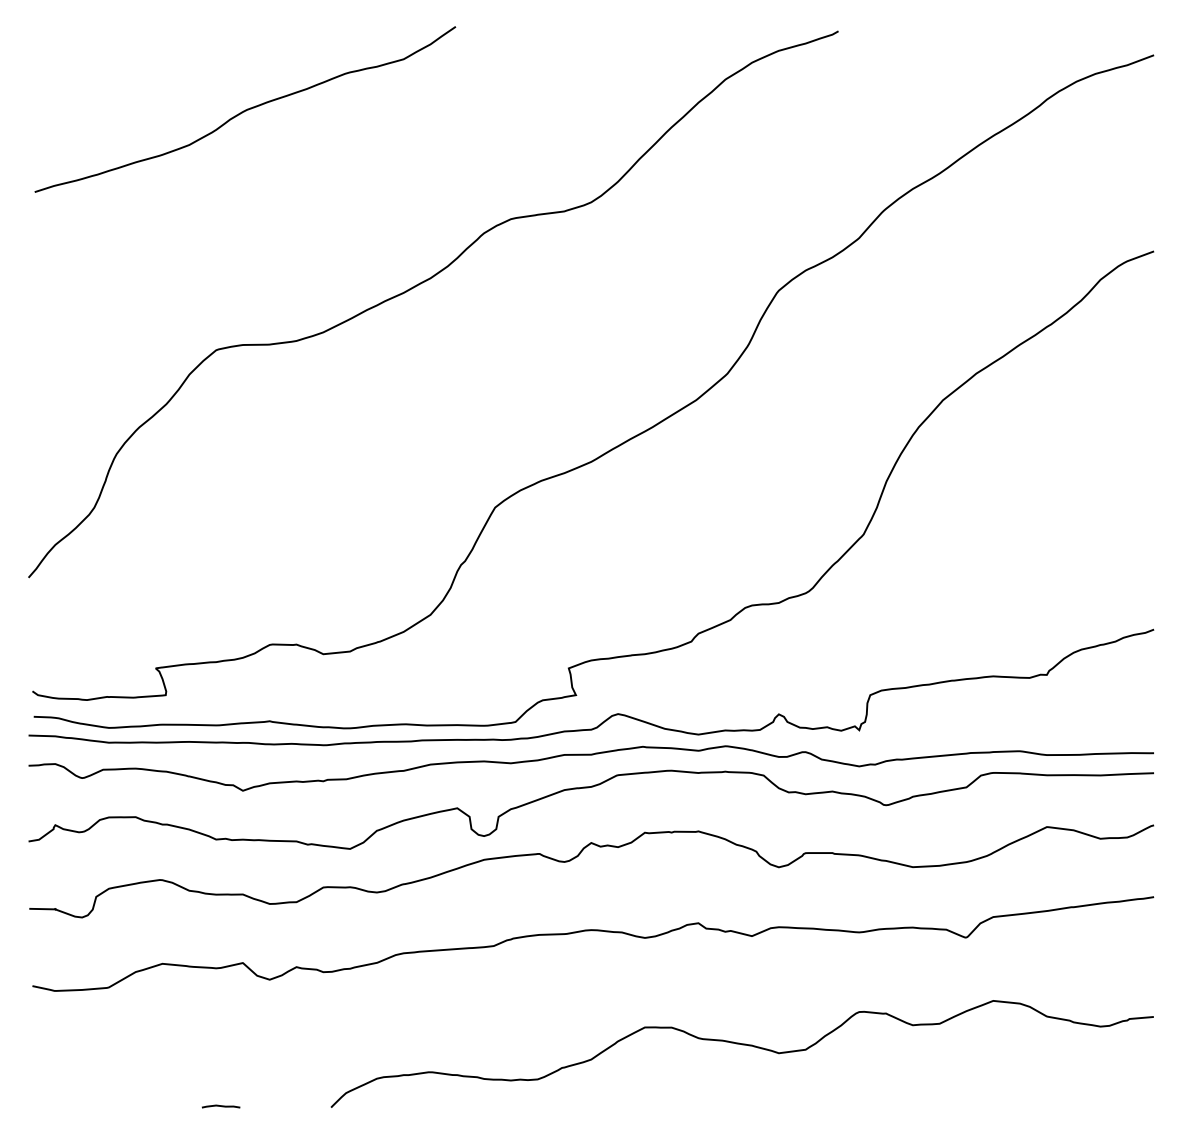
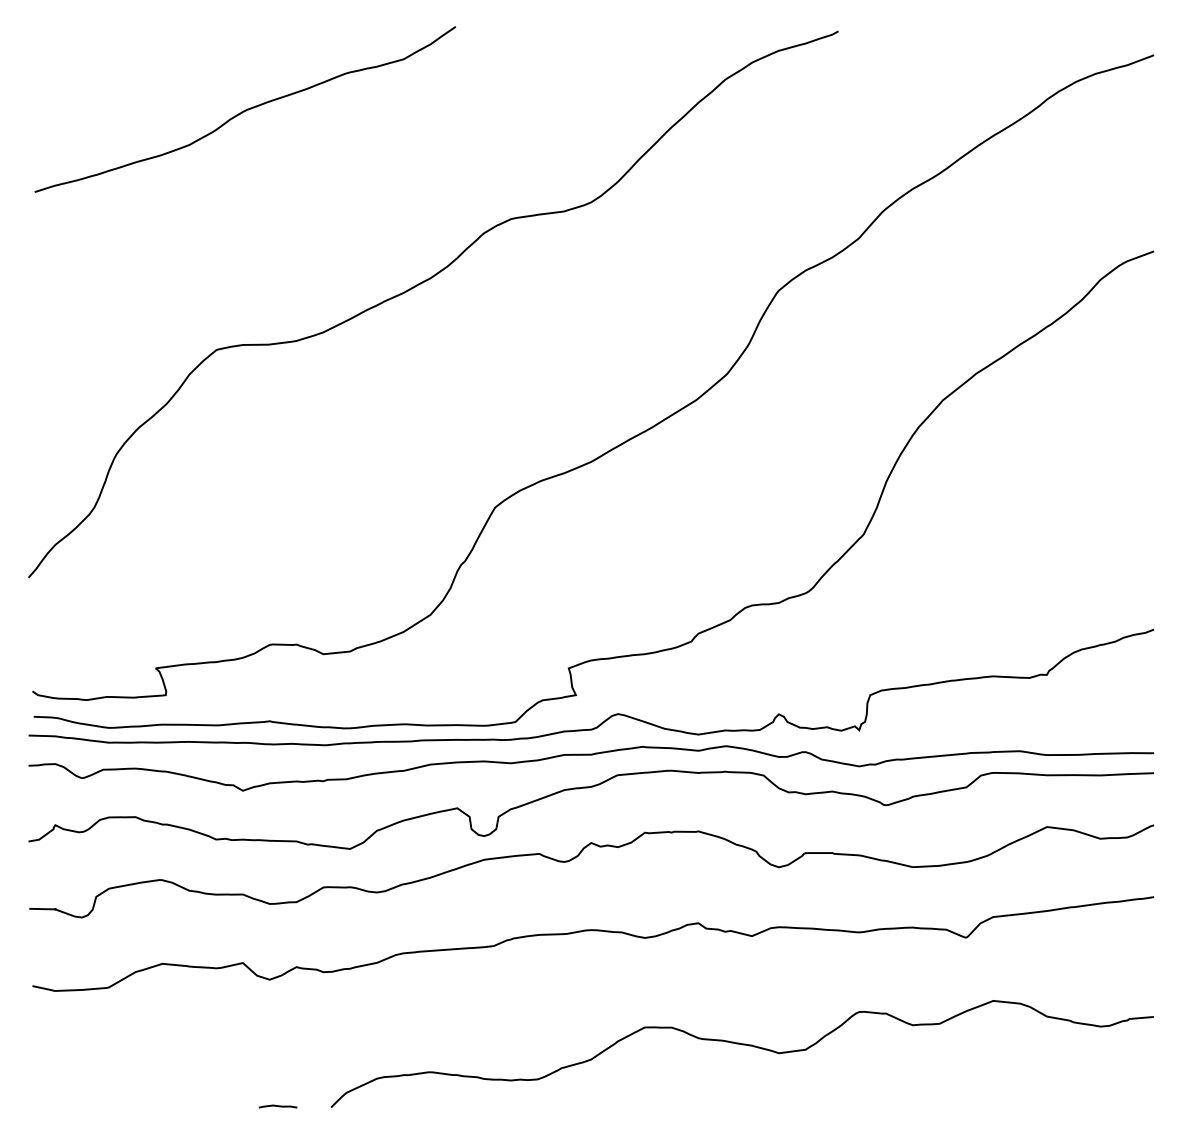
curve at (221, 1106) position: (221, 1106) -> (278, 1106)
